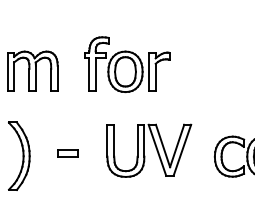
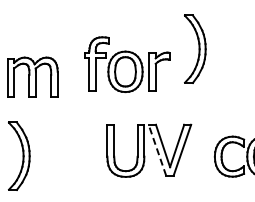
part at (195, 48): none -> present
part at (32, 70) position: (32, 70) -> (32, 76)
line at (157, 149): solid -> dashed
part at (67, 153): present -> none
